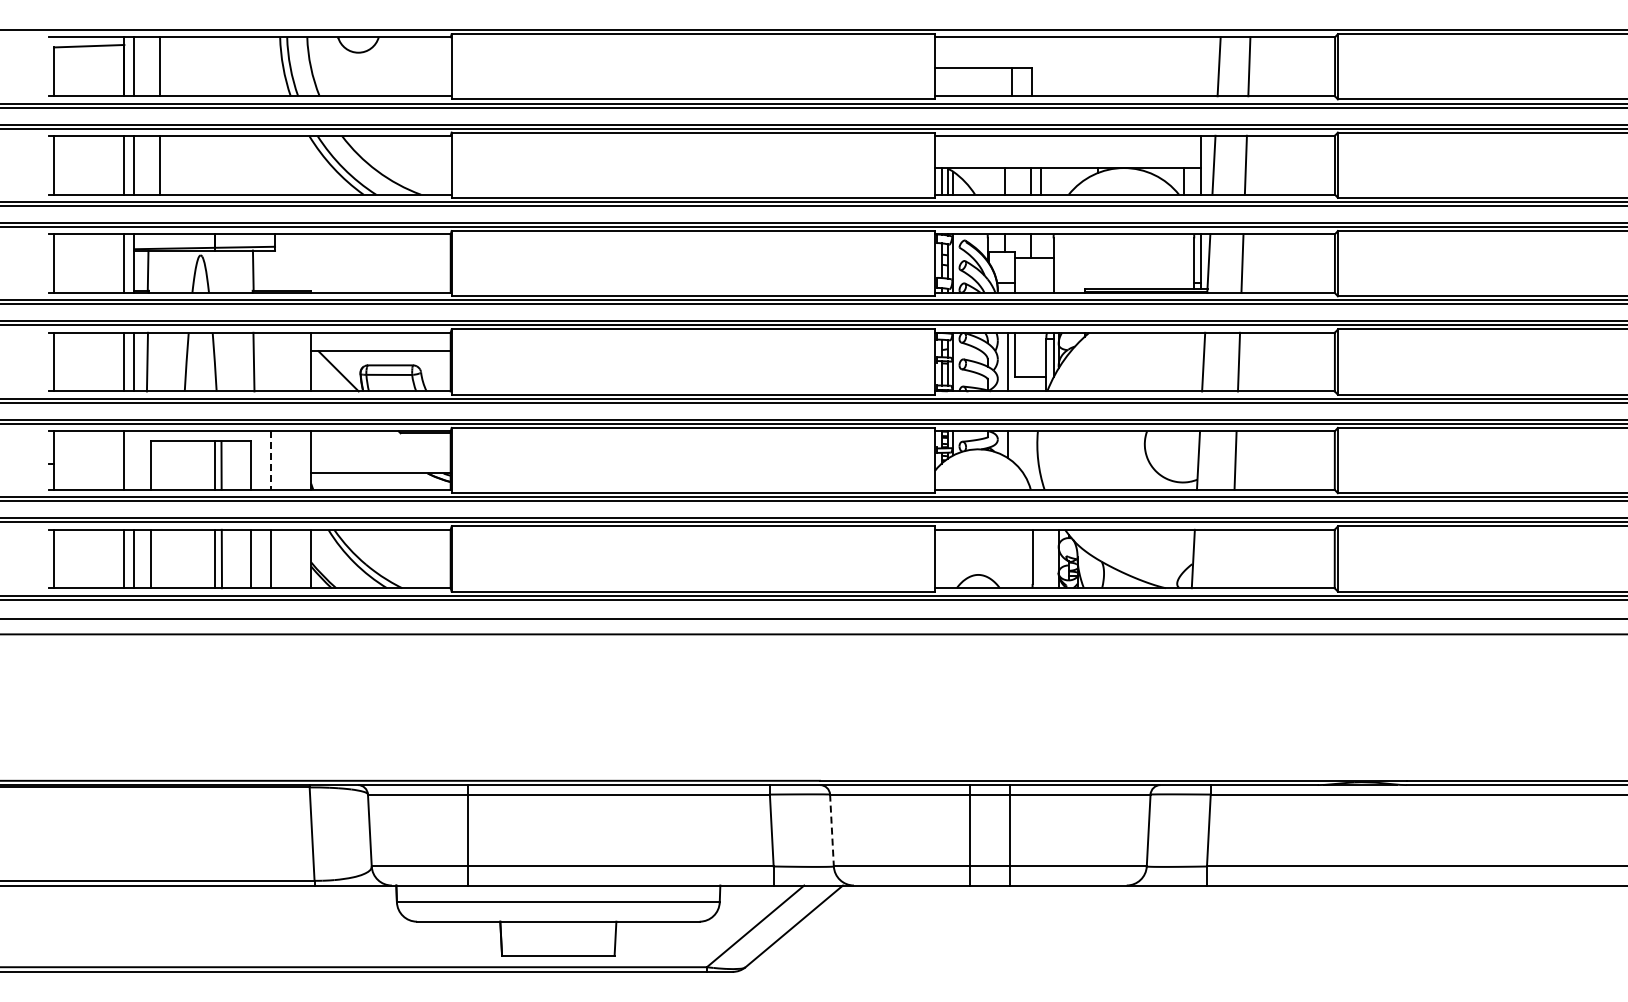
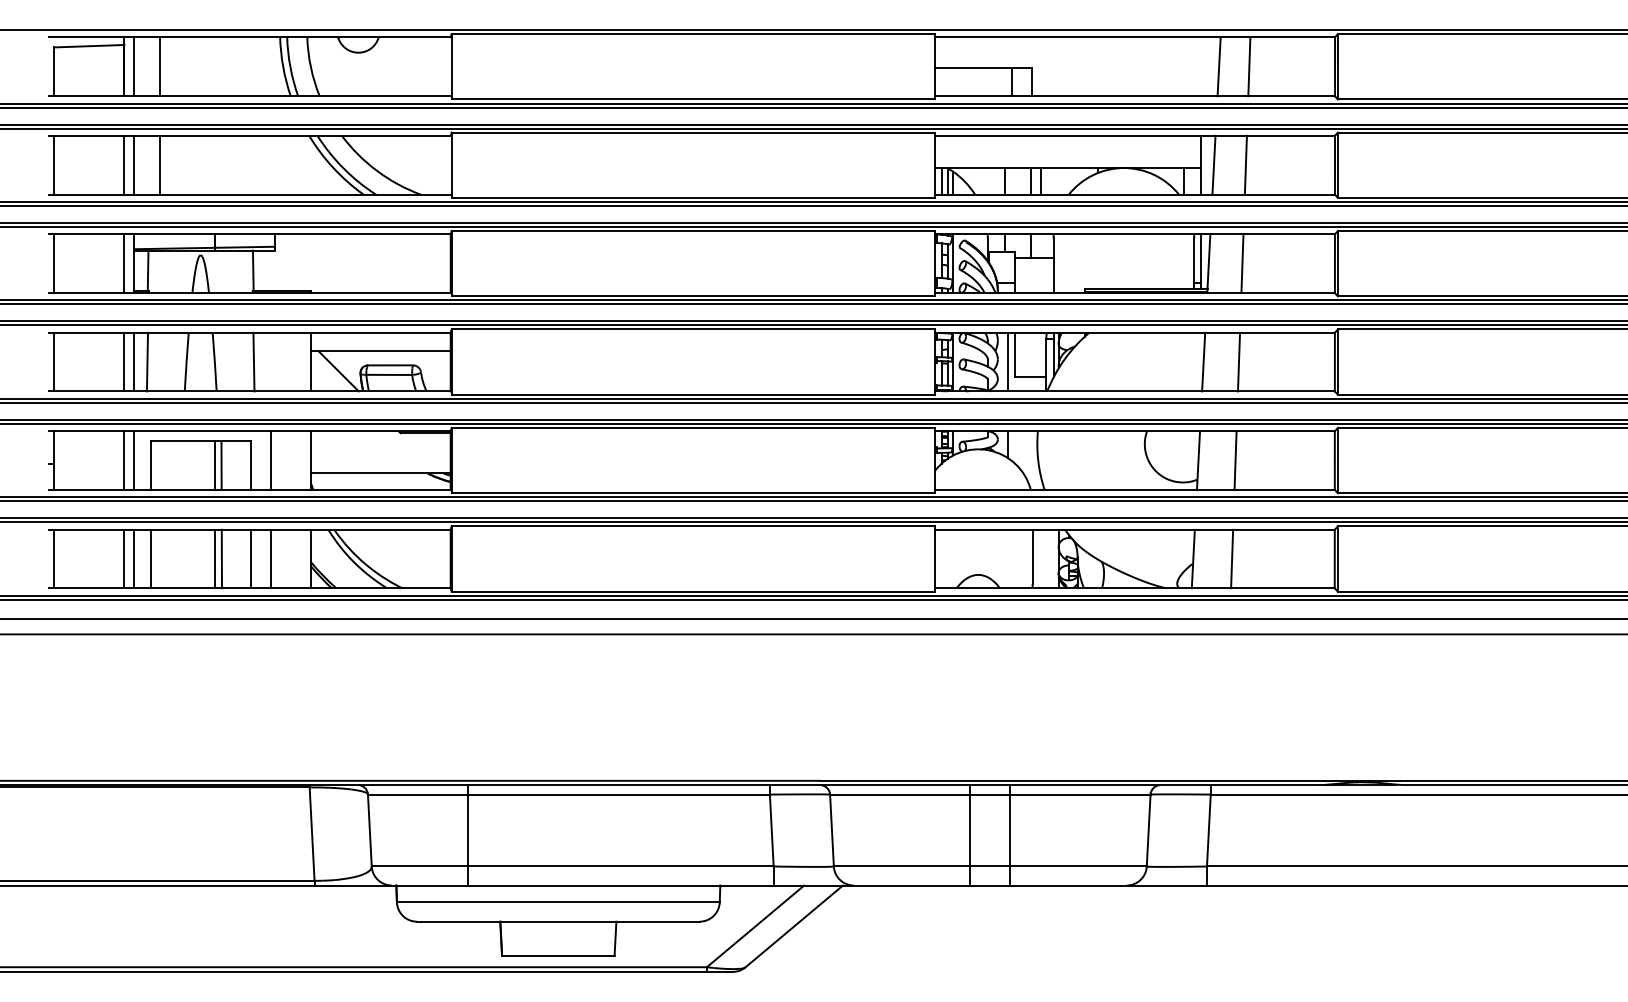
line at (134, 460): none -> present
line at (271, 461): dashed -> solid
line at (1232, 558): none -> present
line at (831, 830): dashed -> solid
